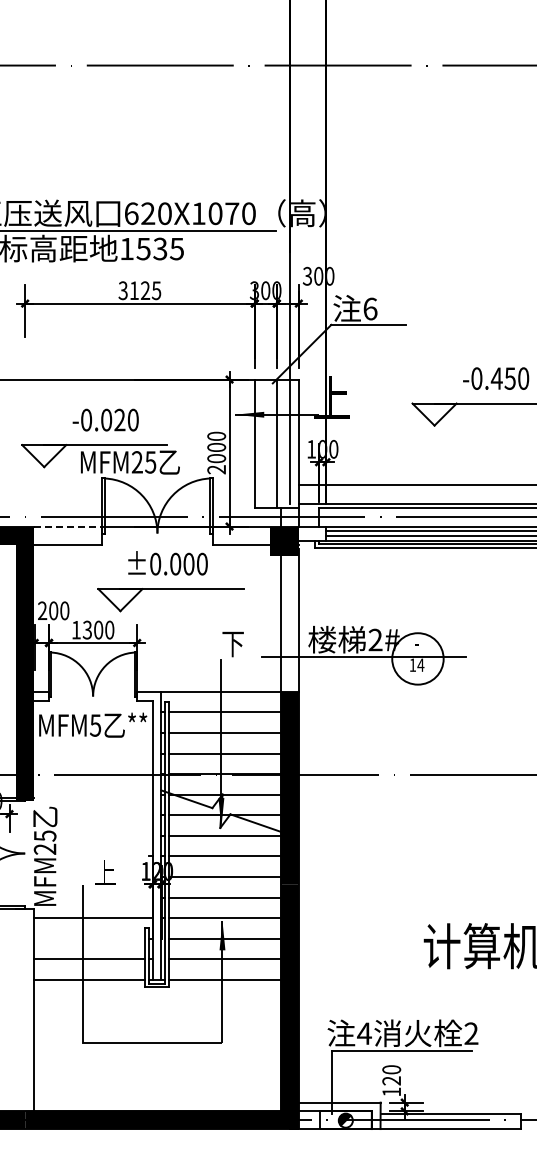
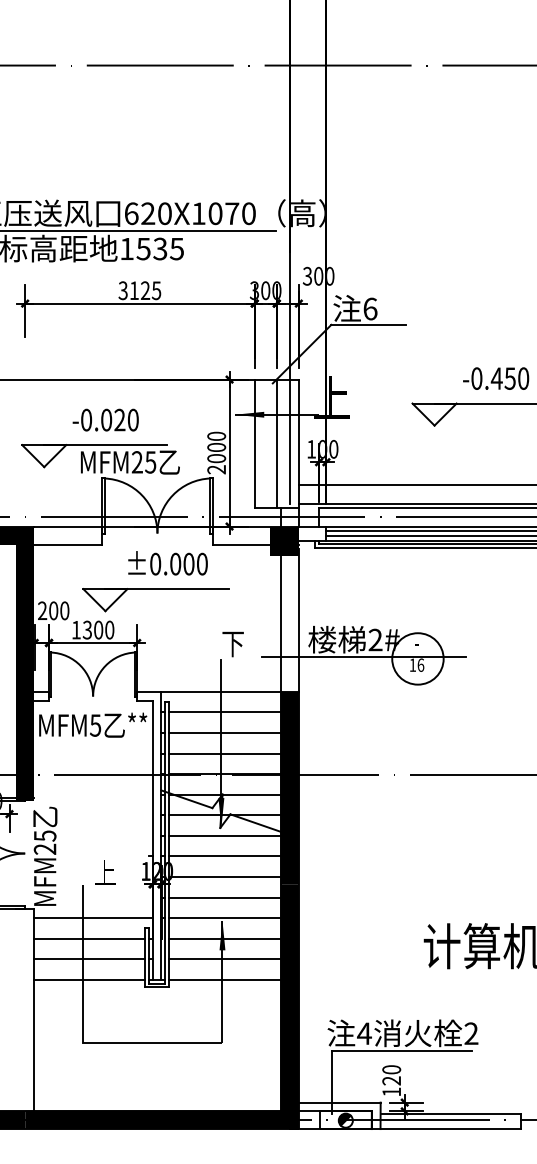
line at (68, 526): dashed -> solid
part at (170, 589) position: (170, 589) -> (155, 589)
text at (420, 664): 14 -> 16
line at (89, 938): none -> present
